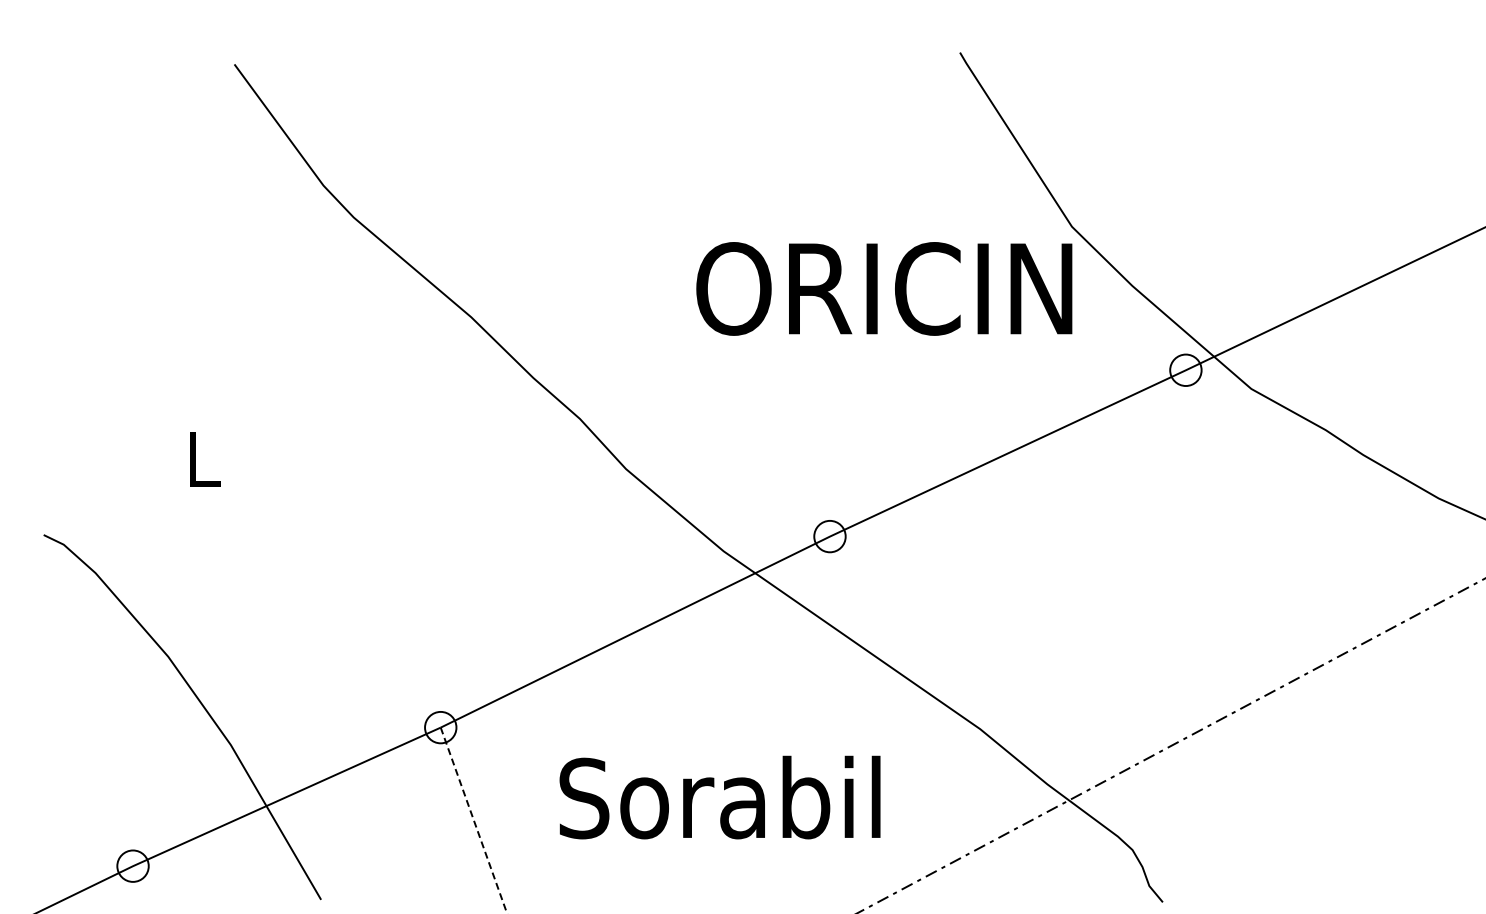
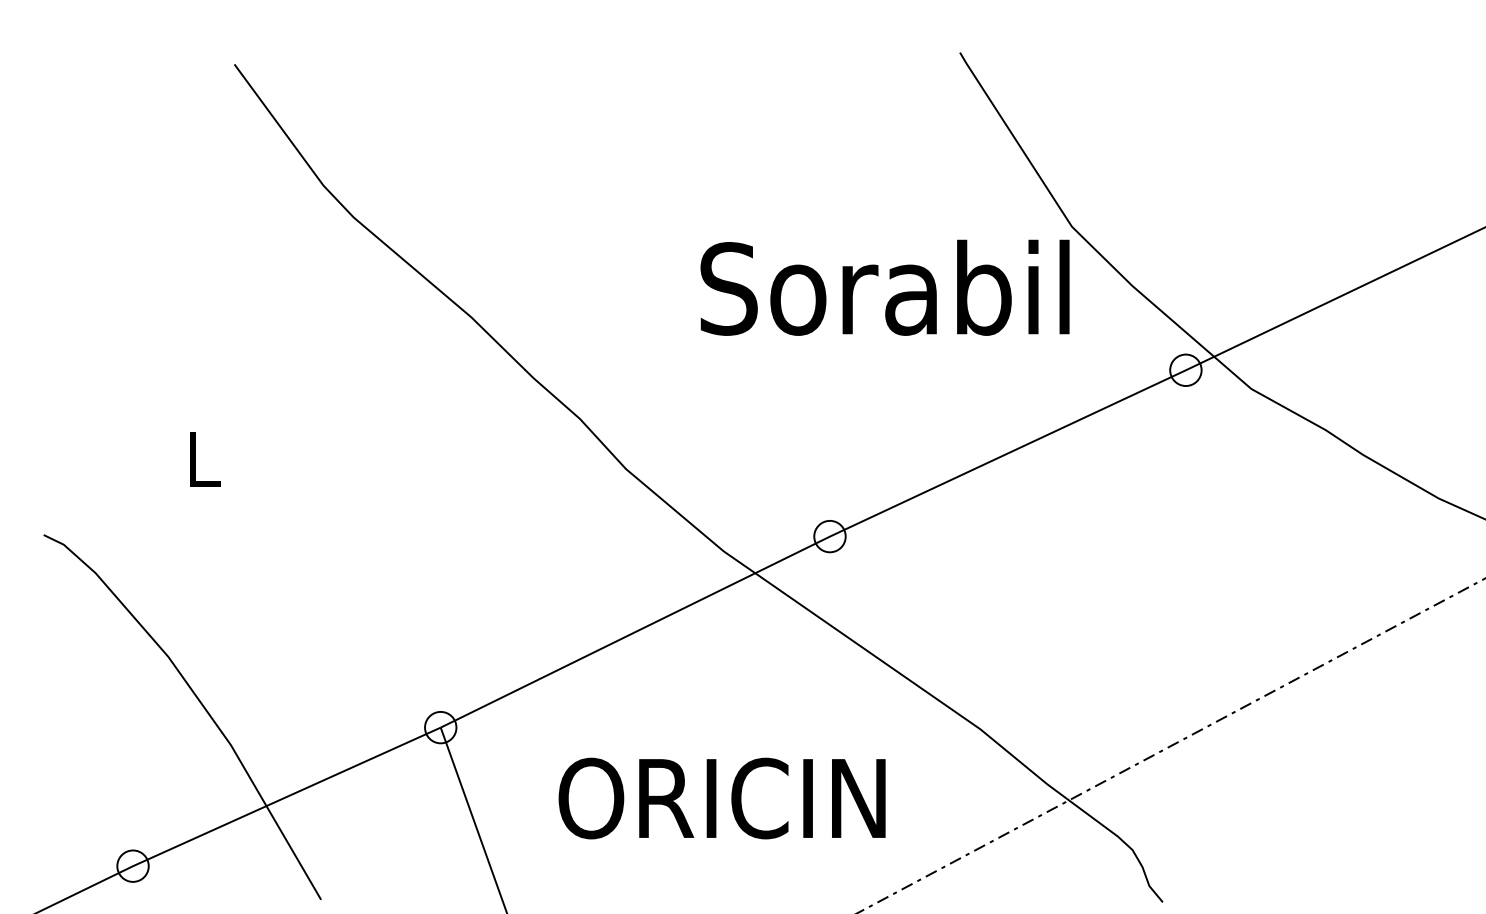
text at (884, 287): ORICIN -> Sorabil
text at (721, 797): Sorabil -> ORICIN
line at (474, 820): dashed -> solid
